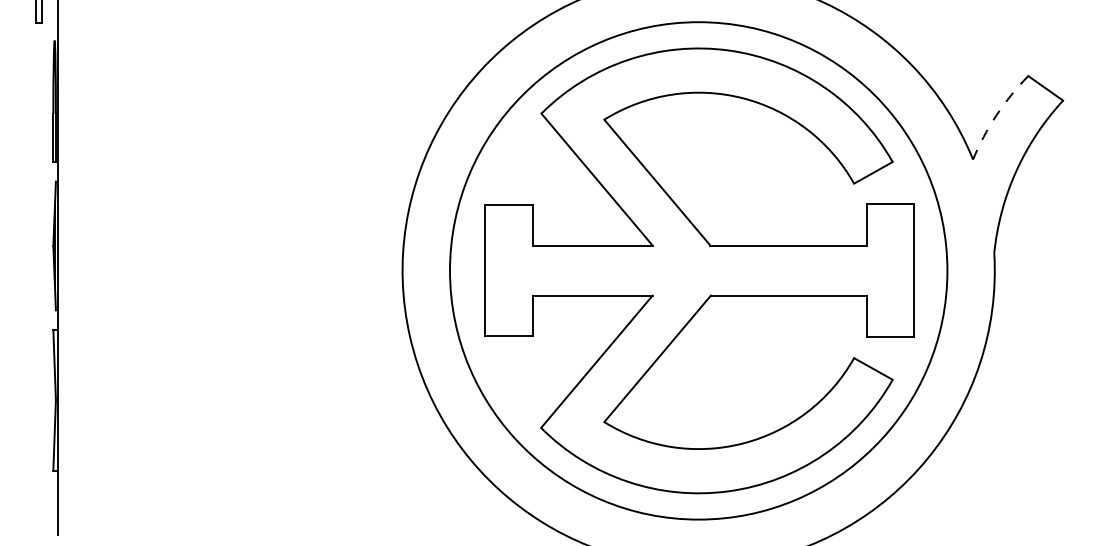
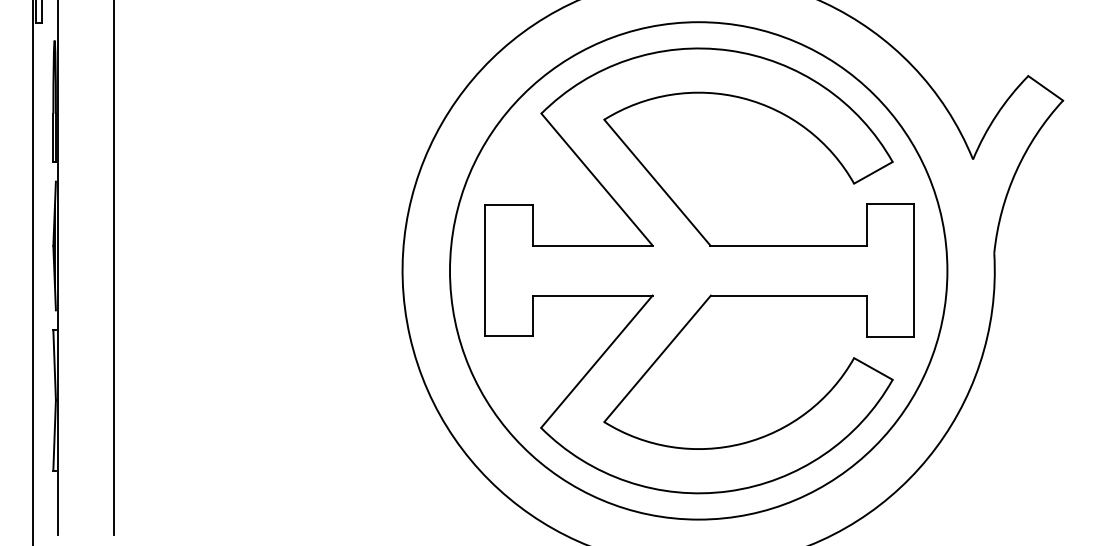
arc at (996, 115): dashed -> solid
line at (114, 268): none -> present
line at (32, 272): none -> present
